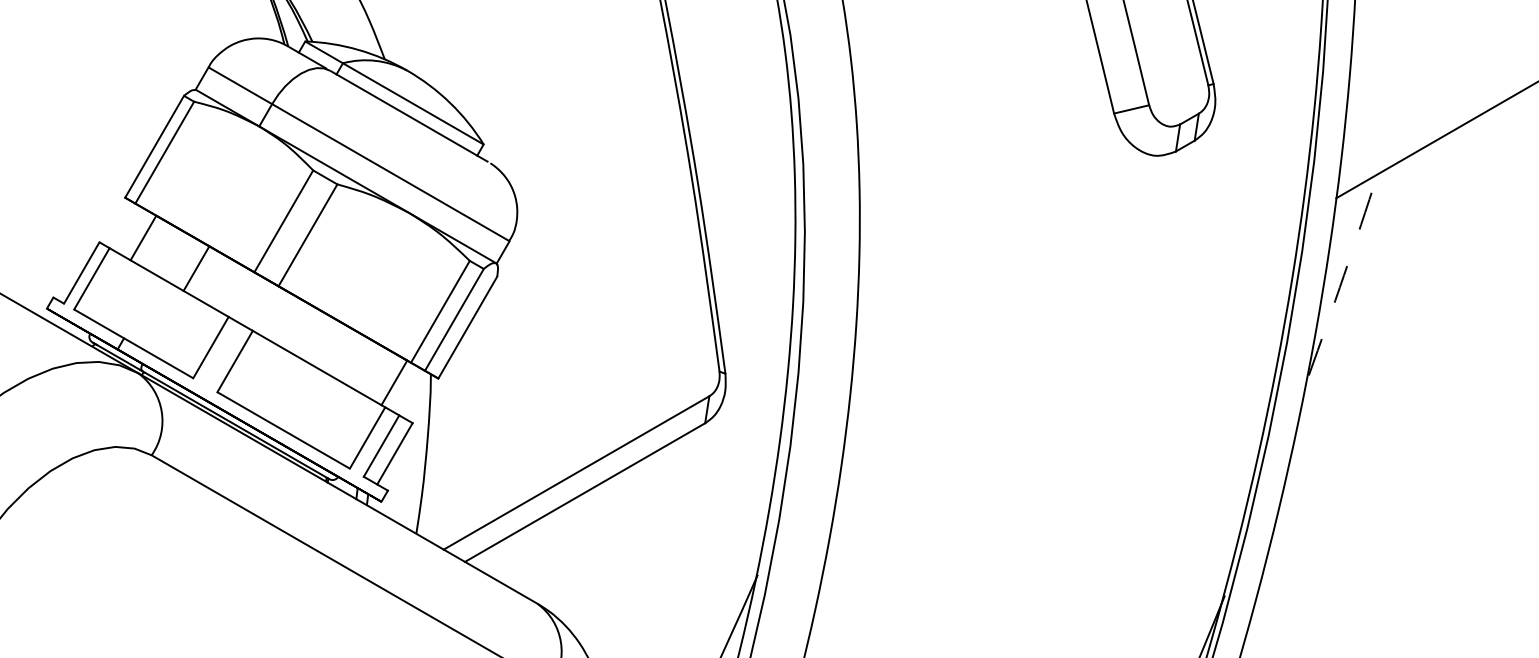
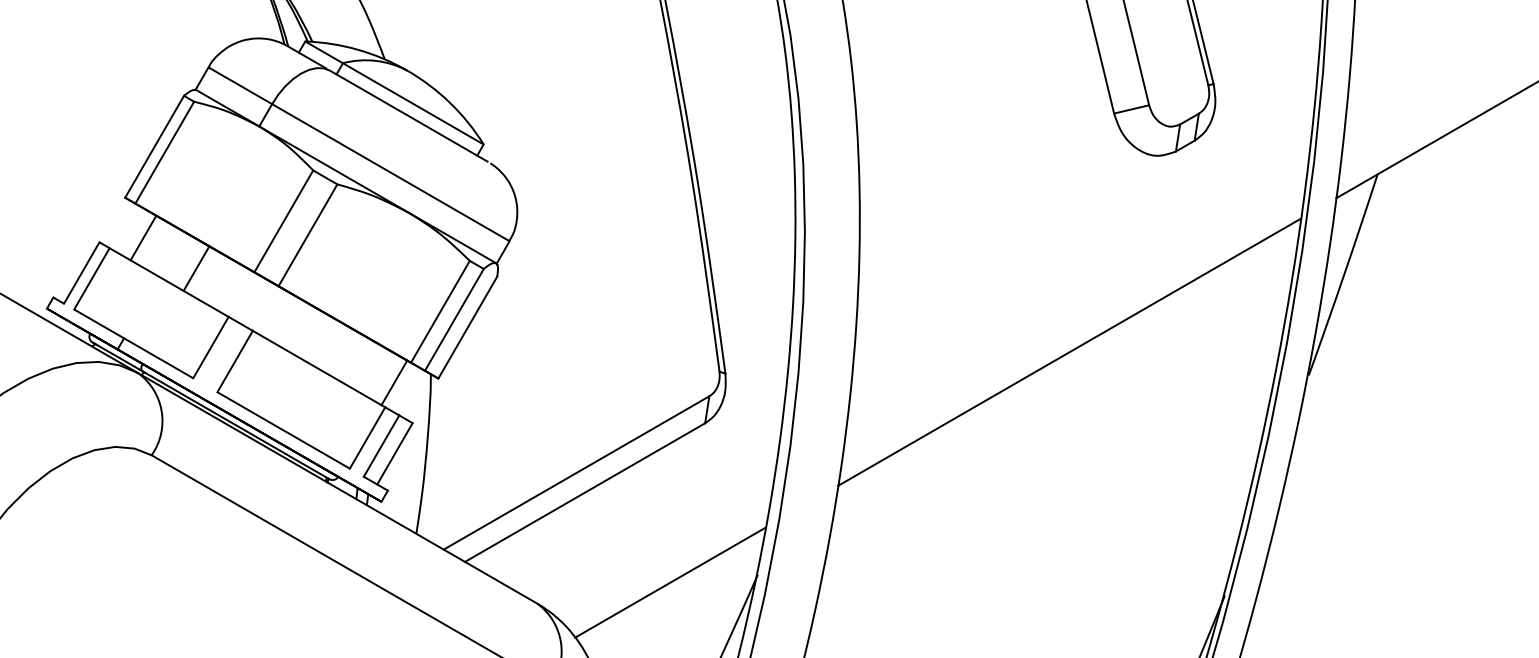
arc at (1344, 275): dashed -> solid
line at (1069, 351): none -> present
line at (670, 582): none -> present
